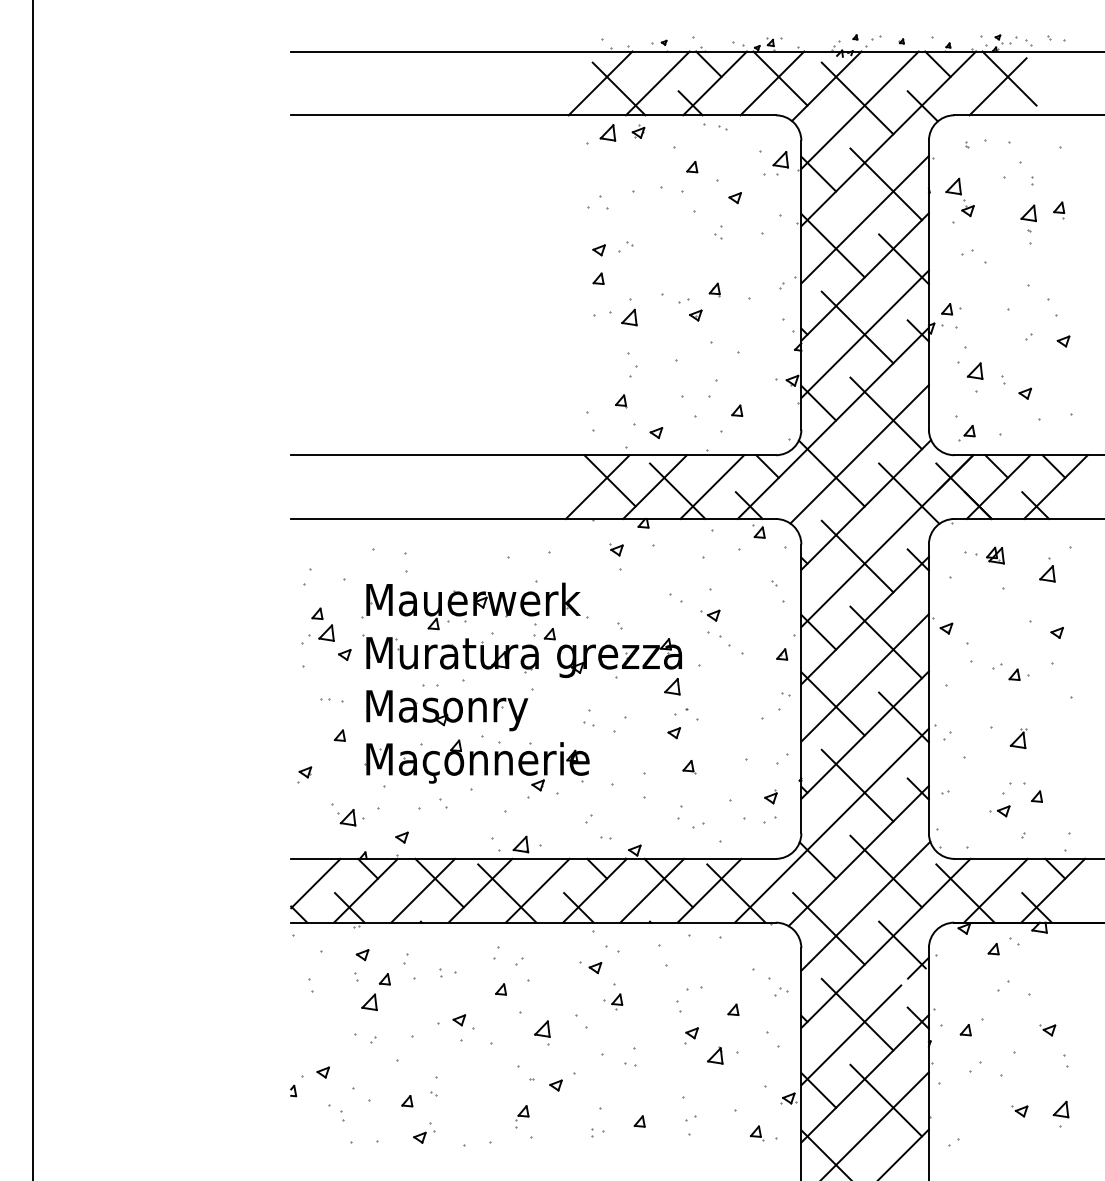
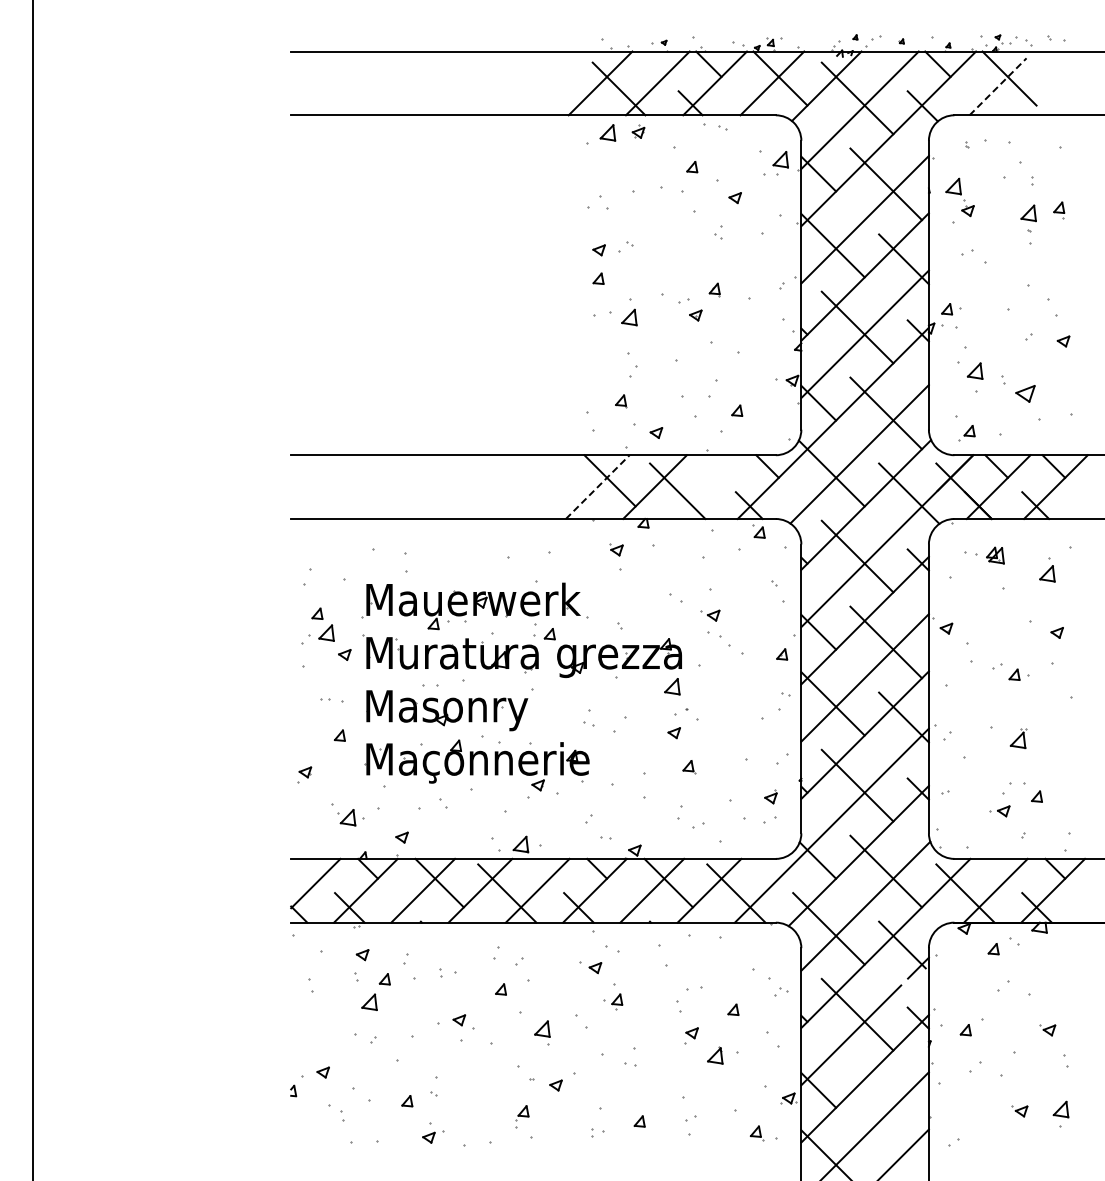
line at (998, 86): solid -> dashed
part at (1024, 393) size: 14x13 px -> 21x18 px
line at (598, 486): solid -> dashed
line at (712, 486): present -> none
line at (886, 1100): present -> none
part at (424, 1136) position: (424, 1136) -> (433, 1136)
